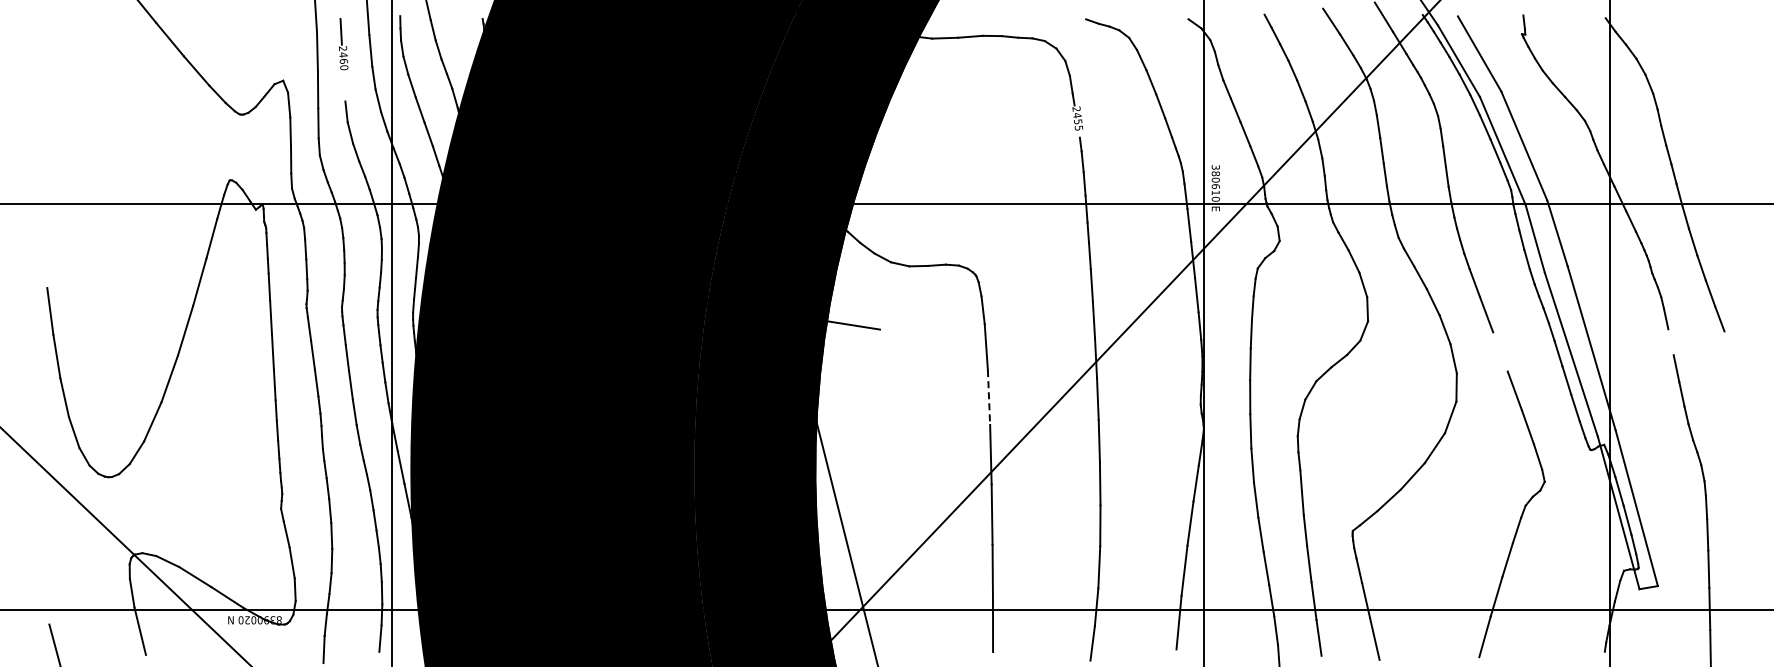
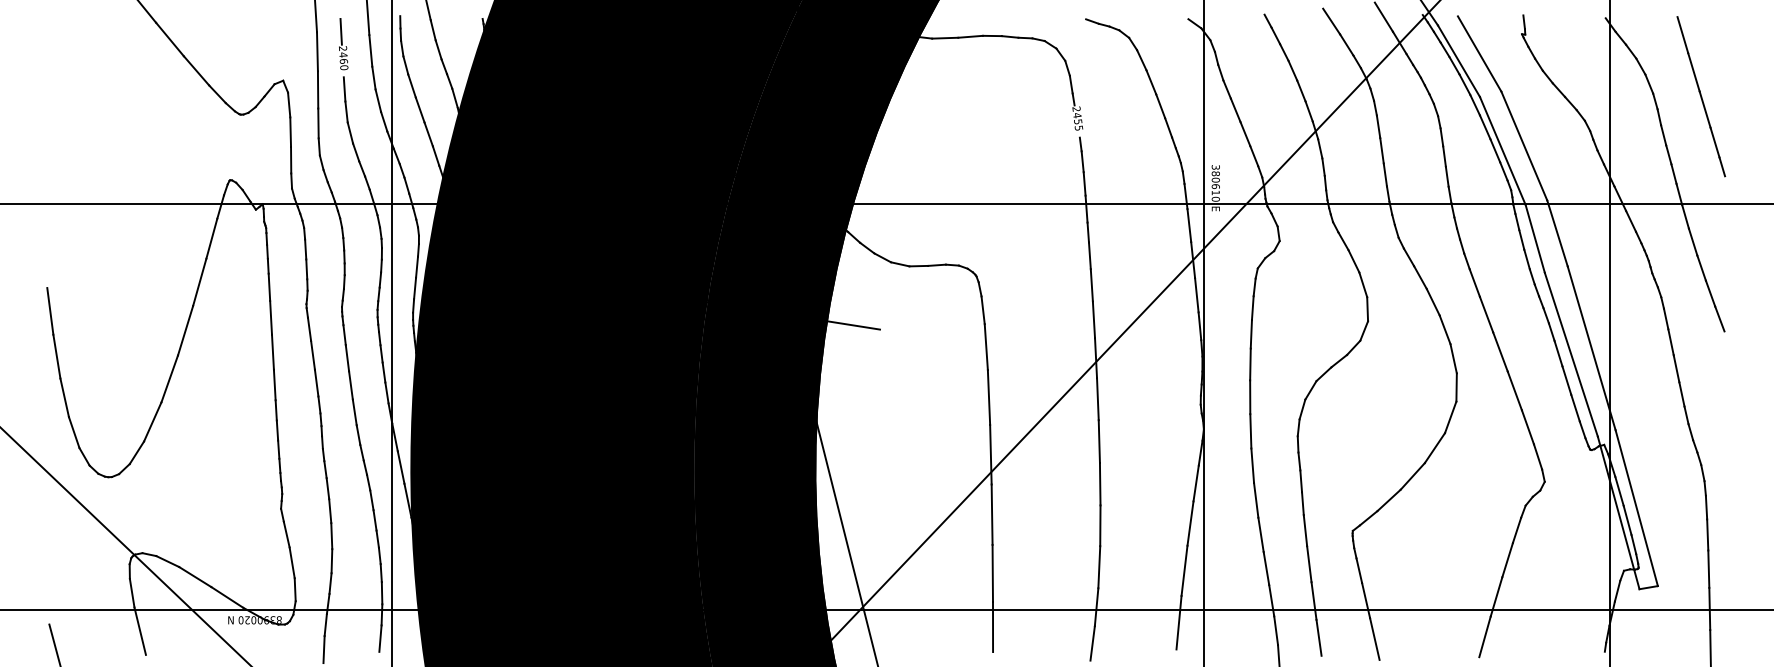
line at (344, 89): none -> present
line at (1701, 96): none -> present
line at (1670, 342): none -> present
line at (1500, 351): none -> present
line at (989, 398): dashed -> solid
